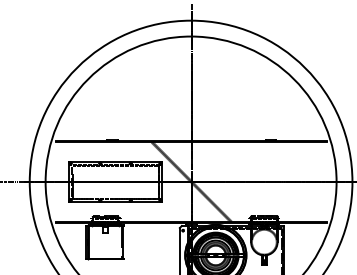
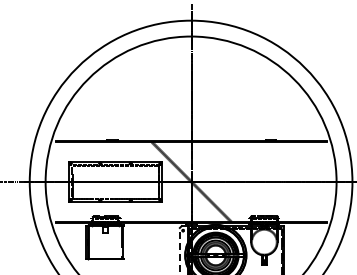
line at (179, 250): solid -> dashed
